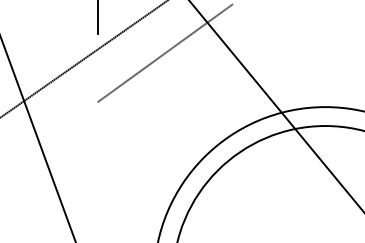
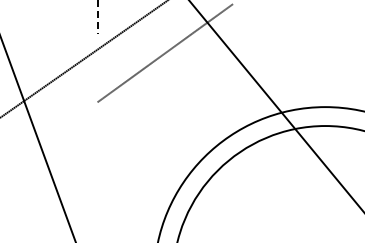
line at (98, 17): solid -> dashed
